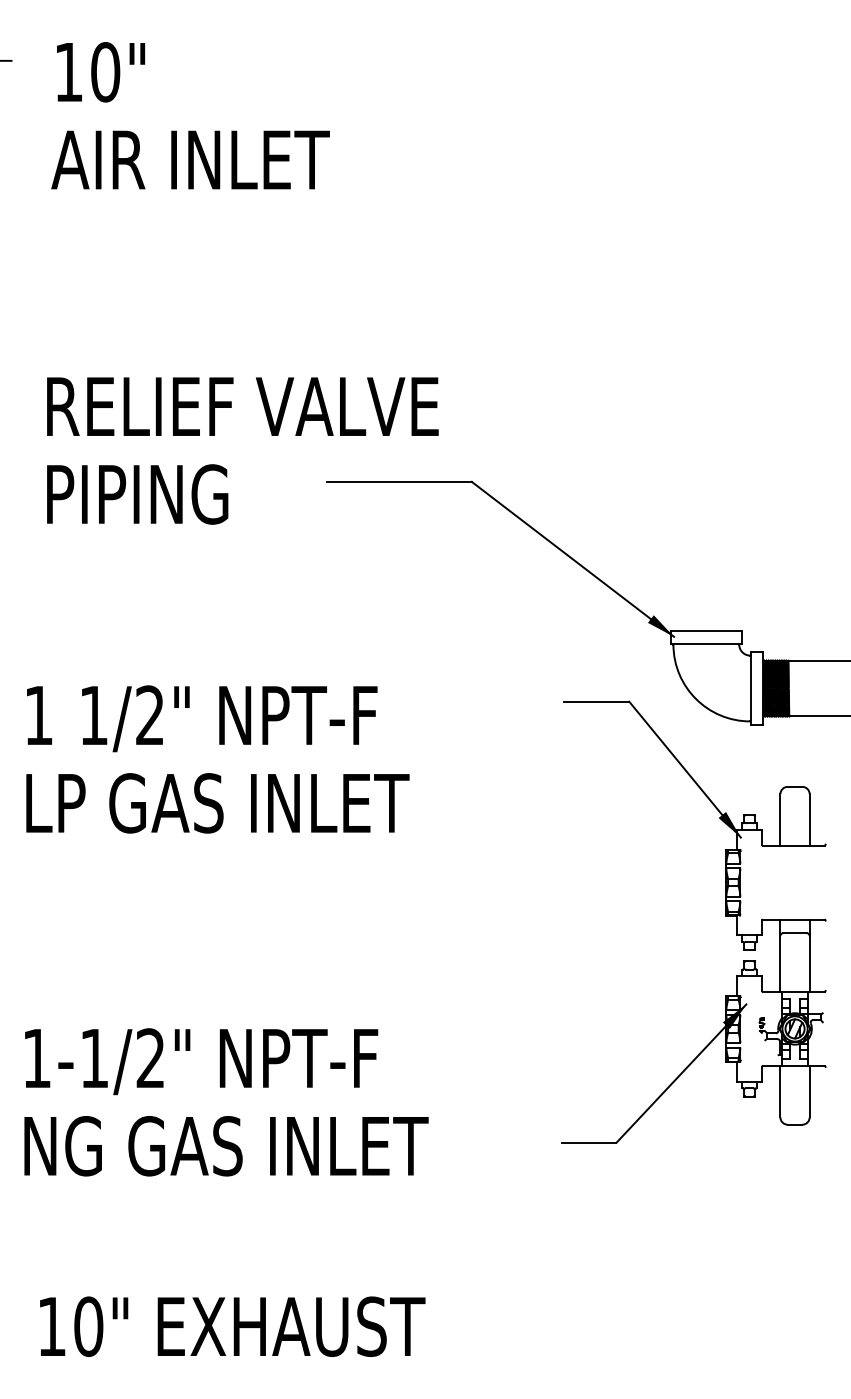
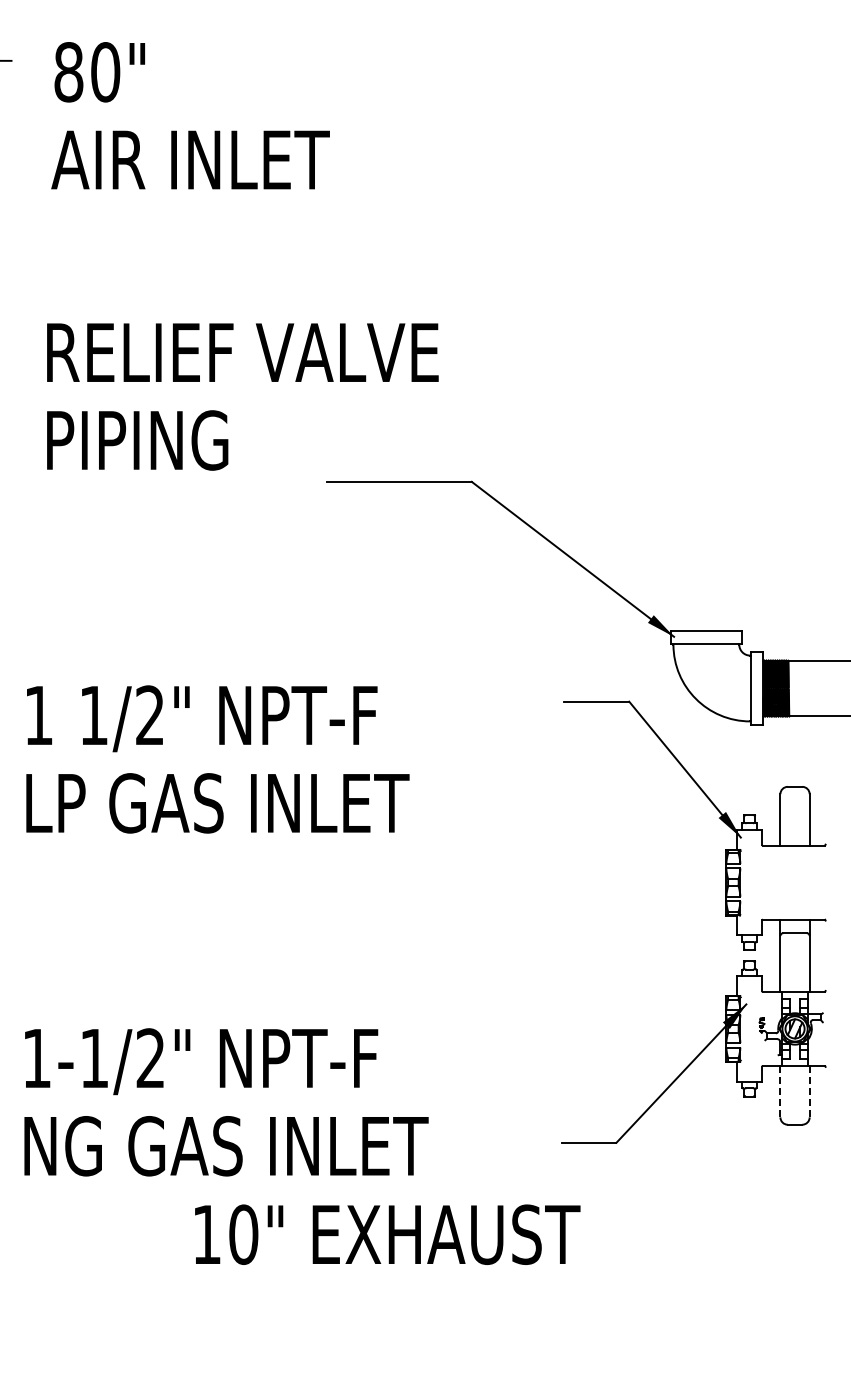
text at (68, 72): 10" -> 80"
text at (242, 450) position: (242, 450) -> (242, 396)
line at (780, 1091): solid -> dashed
line at (809, 1091): solid -> dashed
text at (232, 1326) position: (232, 1326) -> (387, 1234)
